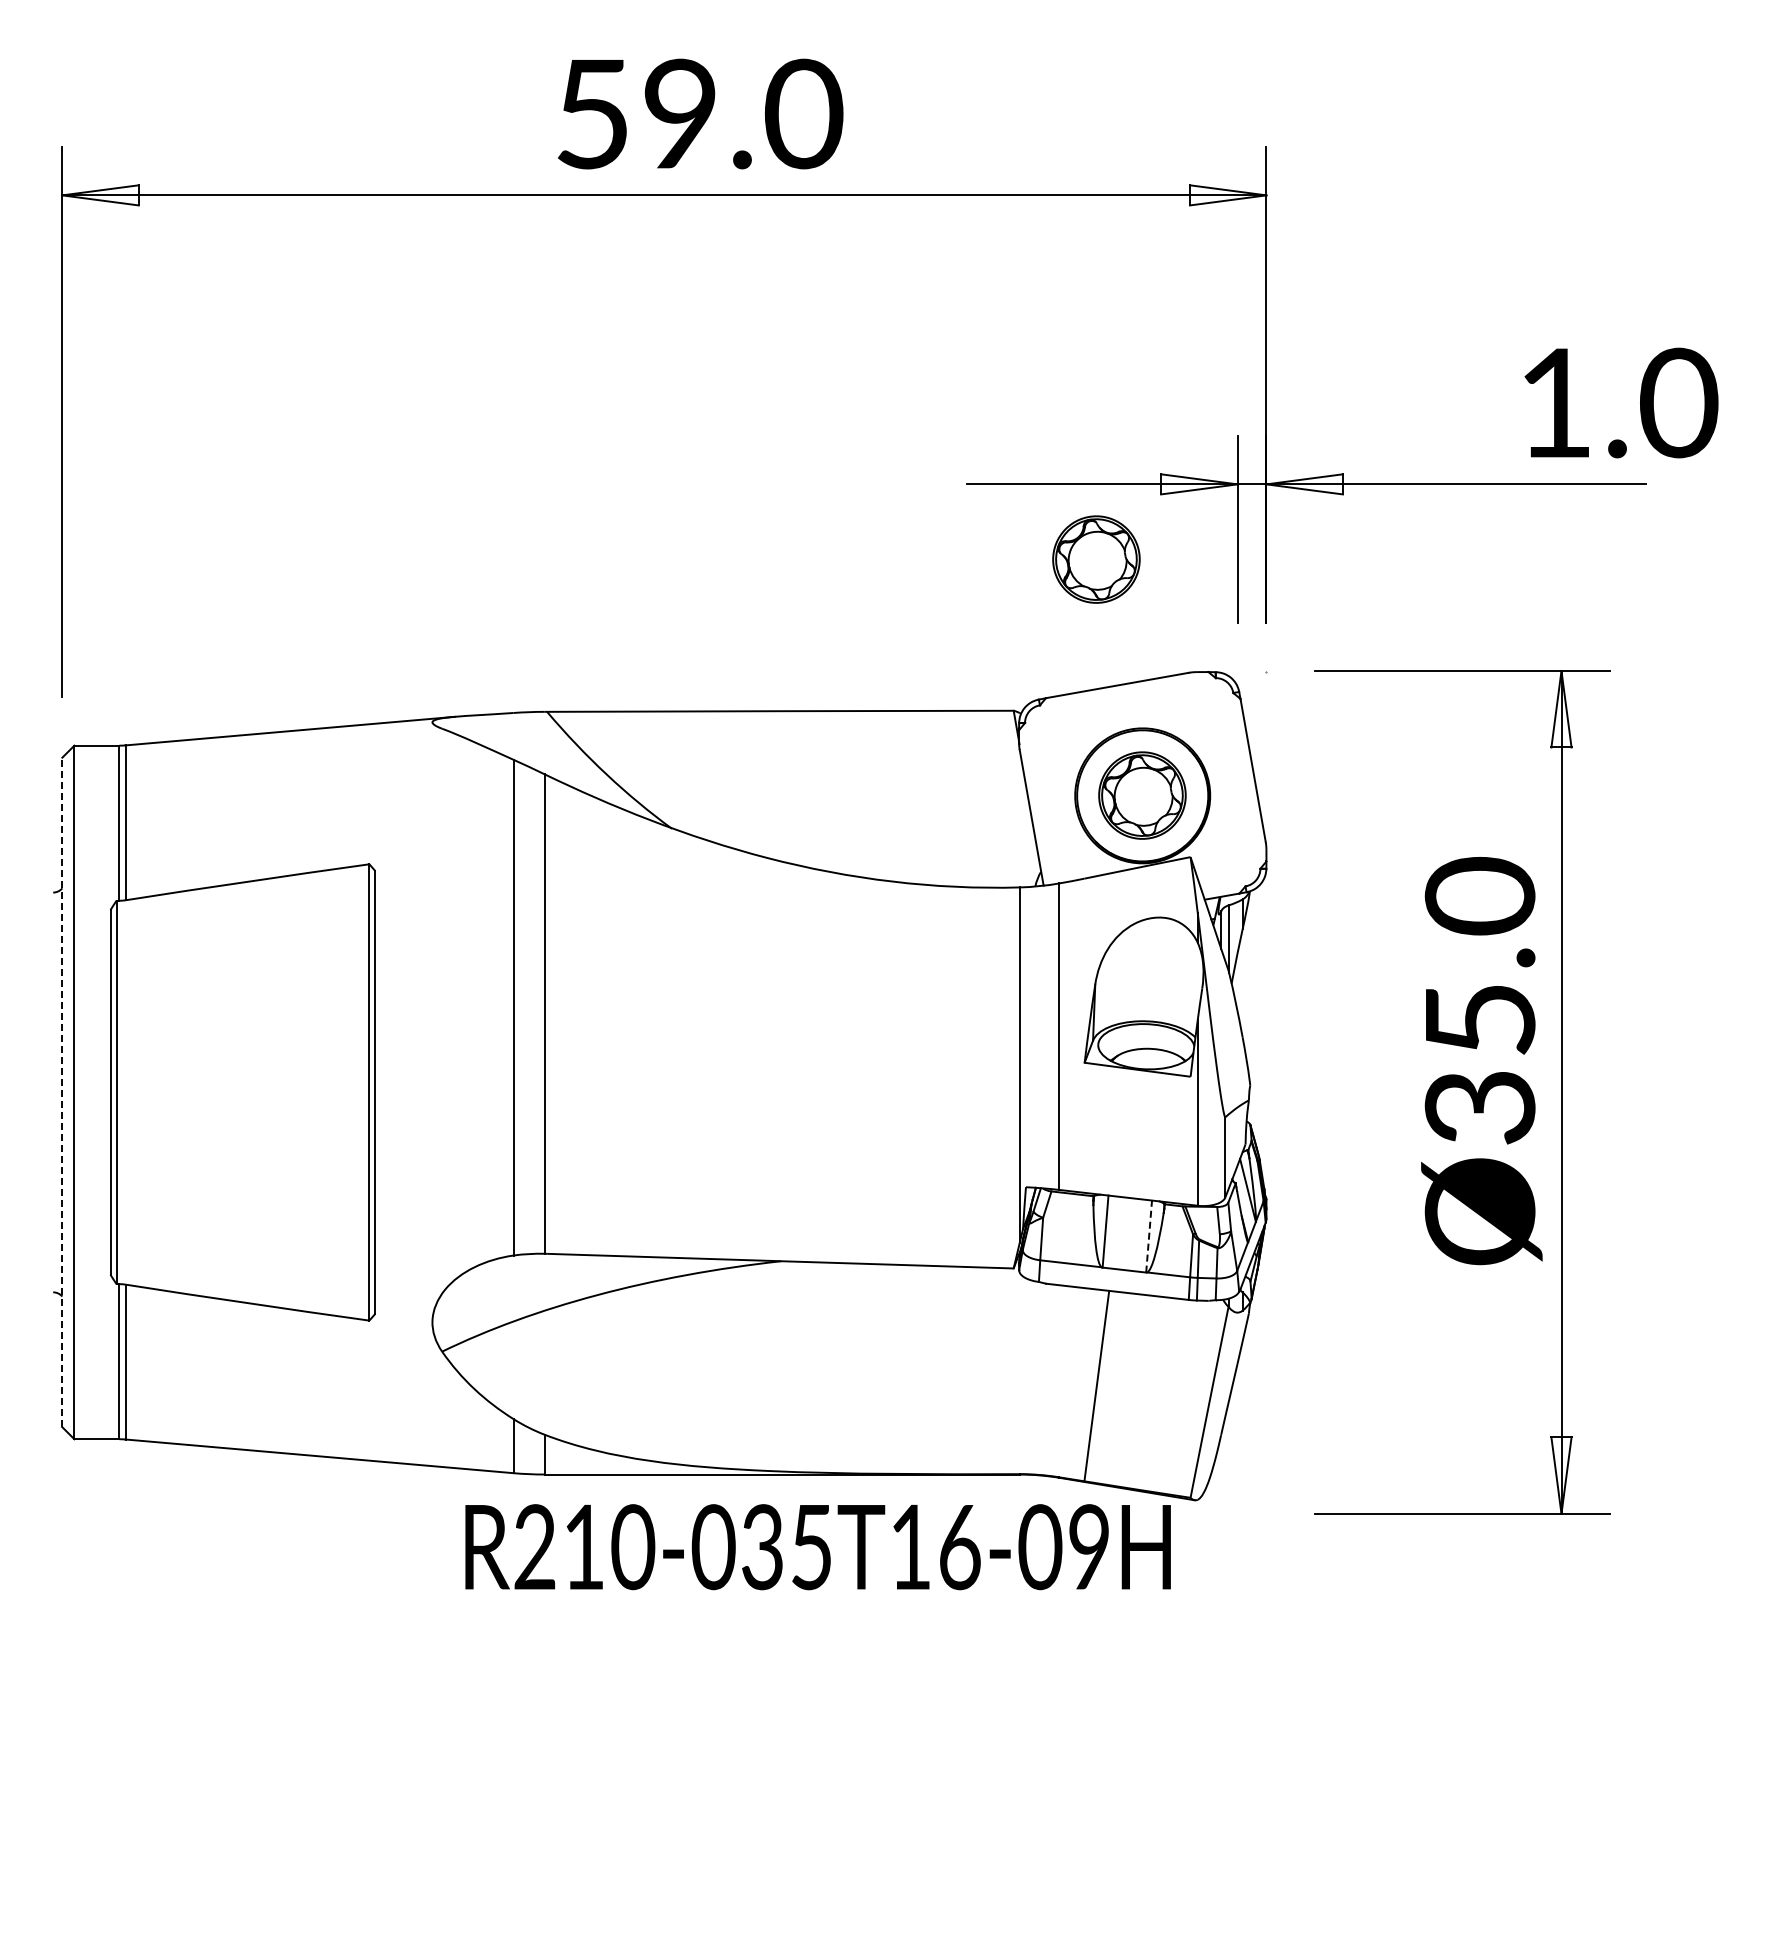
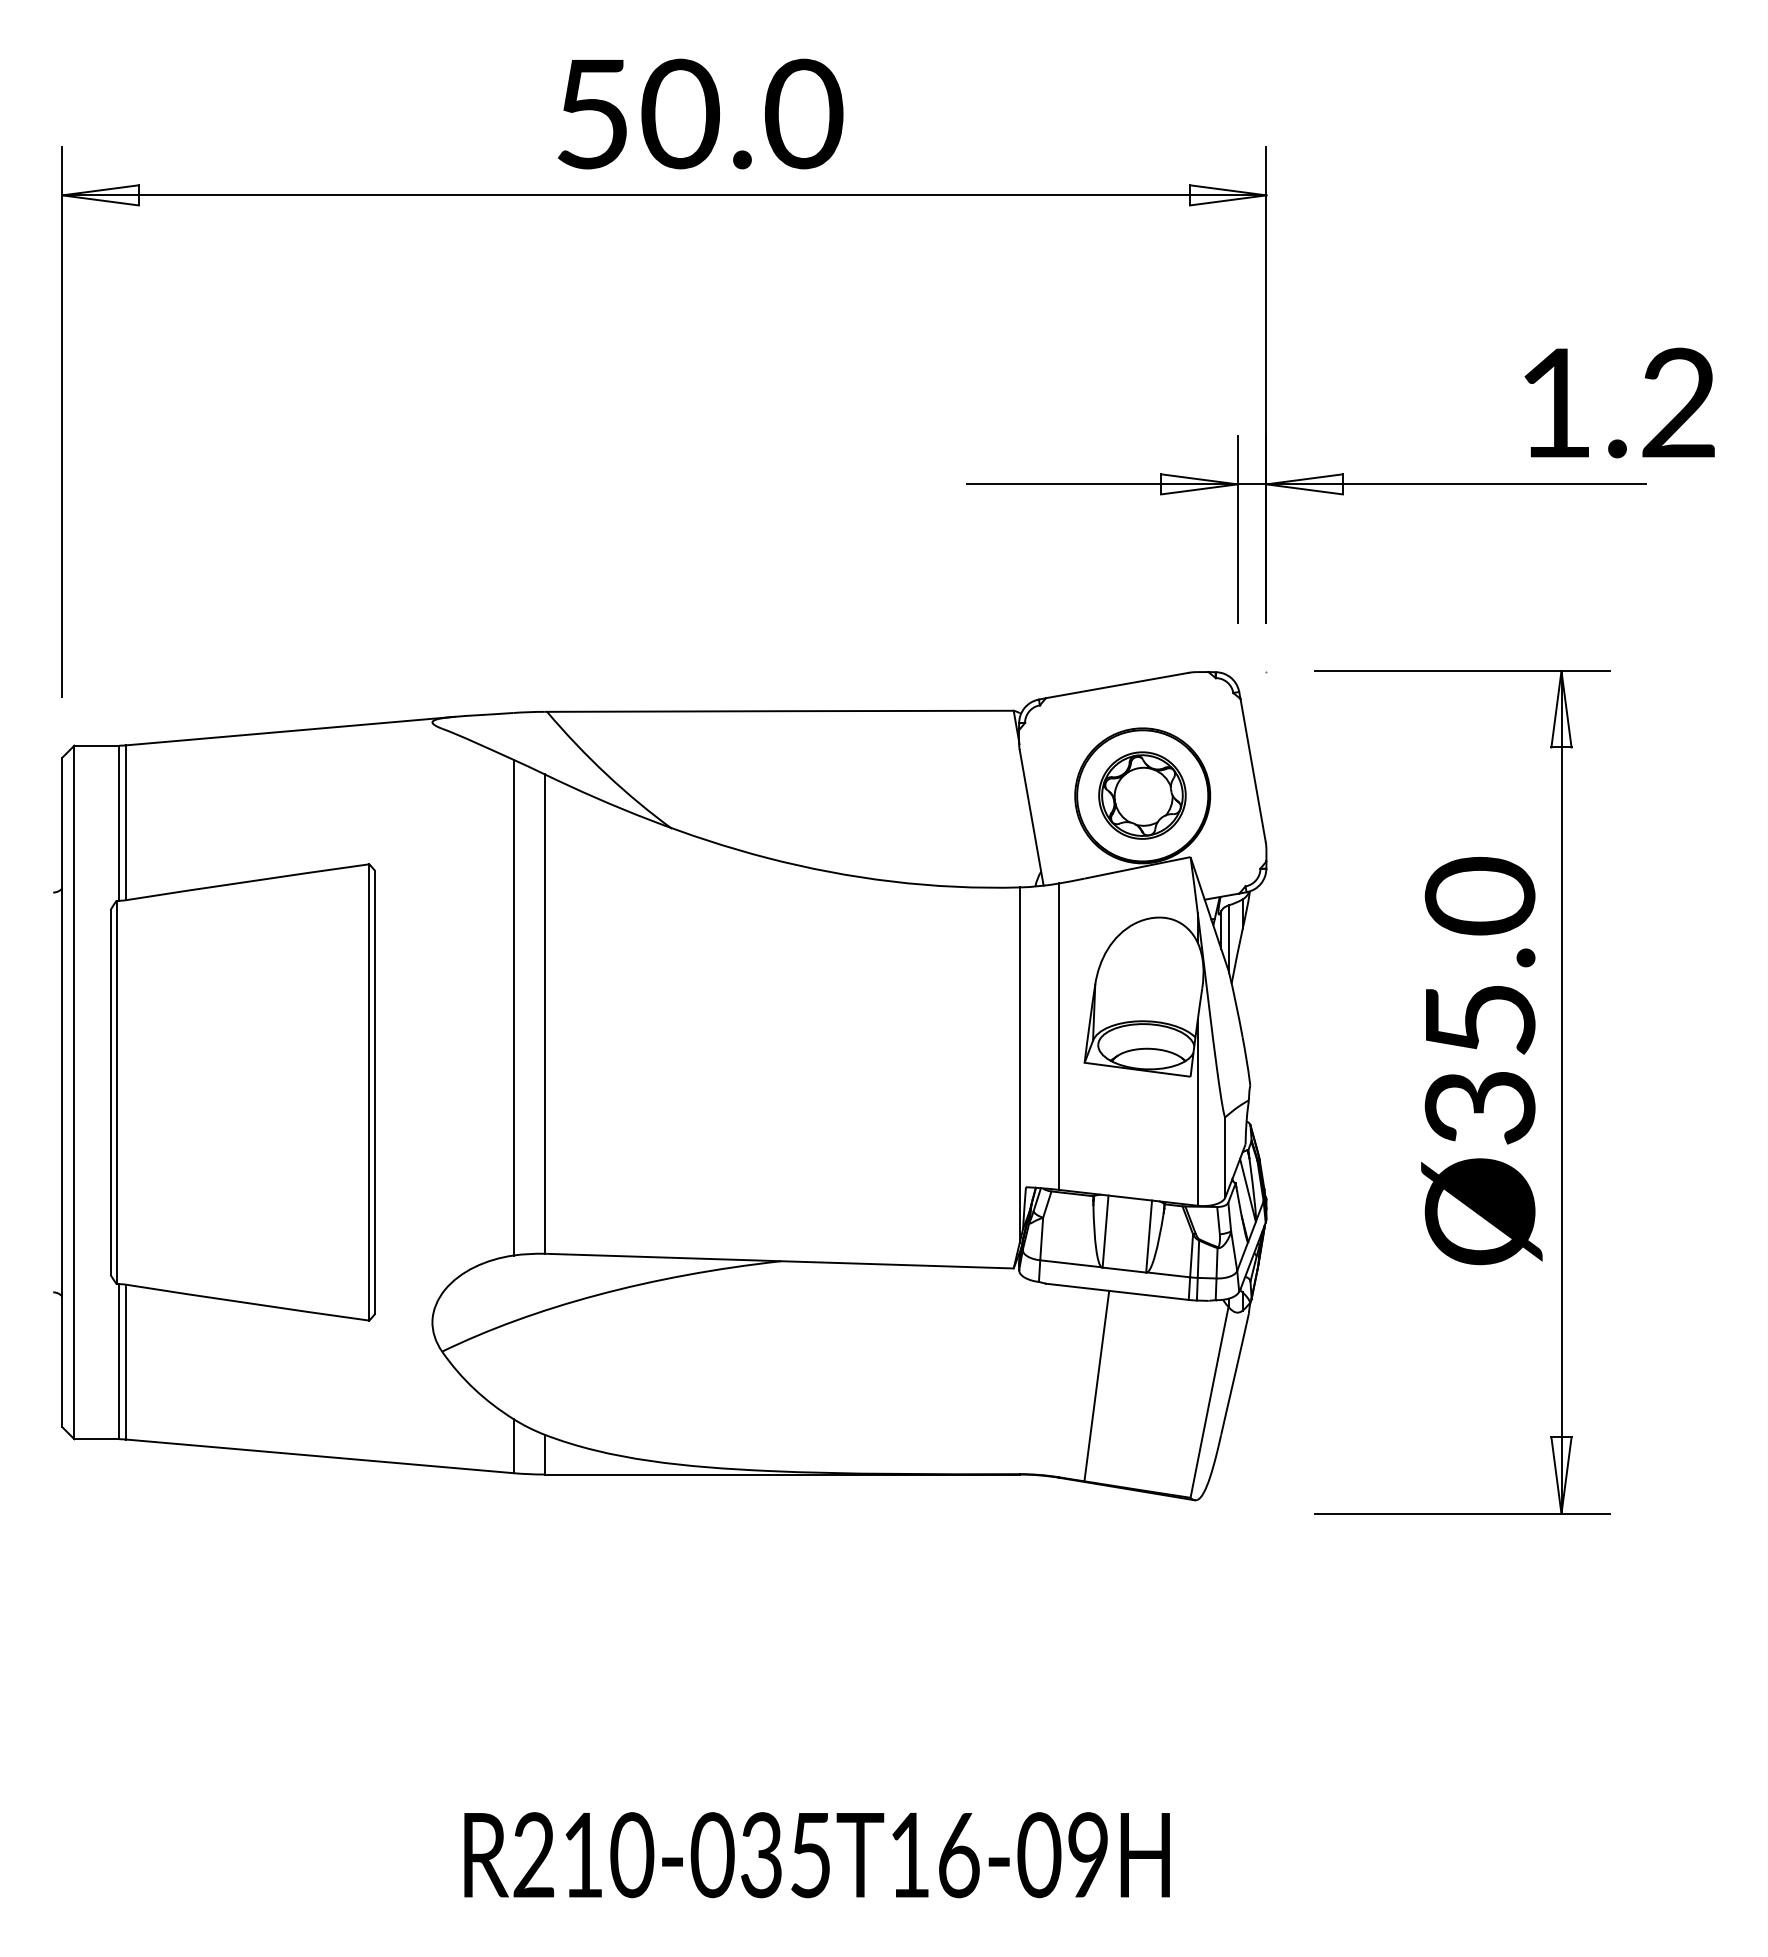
text at (680, 114): 59.0 -> 50.0
text at (1679, 402): 1.0 -> 1.2
part at (1096, 559): present -> none
line at (62, 1092): dashed -> solid
line at (1149, 1236): dashed -> solid
text at (817, 1547) position: (817, 1547) -> (816, 1855)
